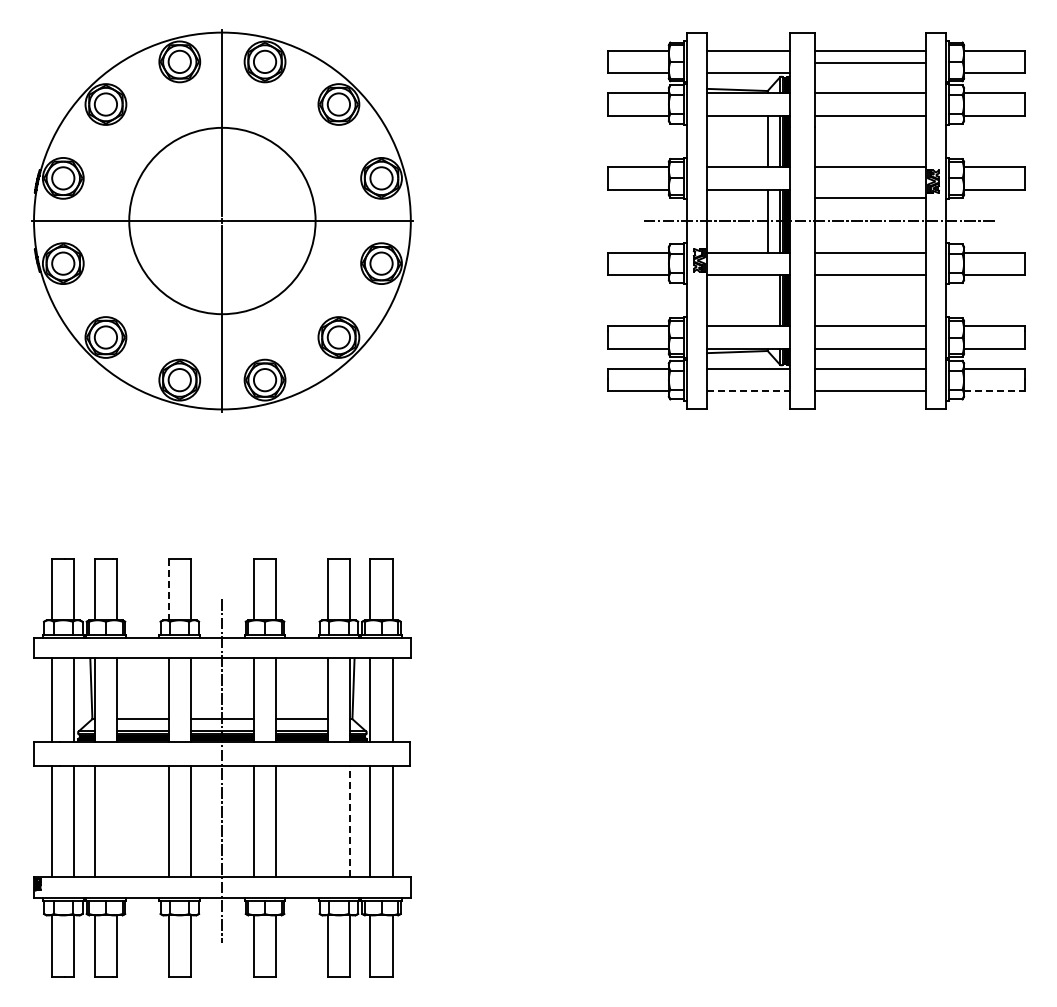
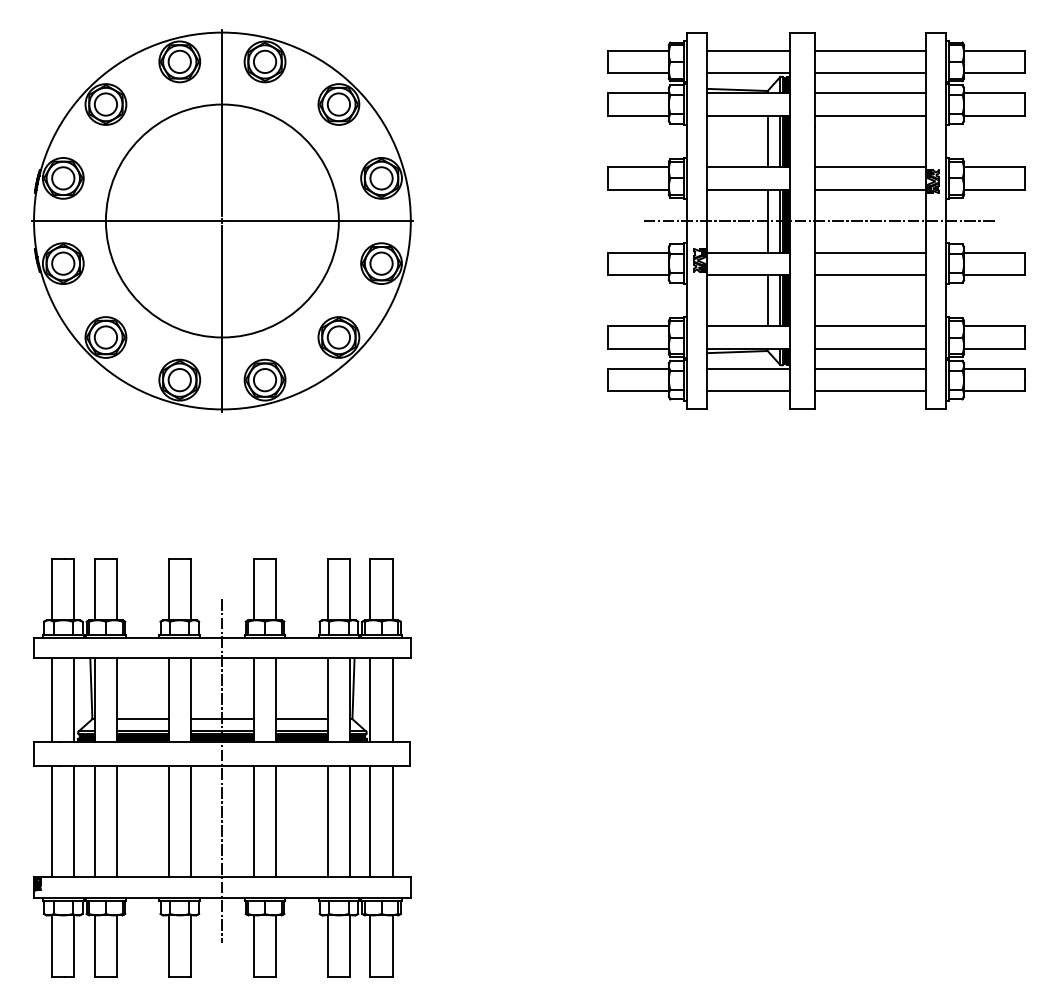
line at (869, 63) position: (869, 63) -> (869, 73)
line at (869, 197) position: (869, 197) -> (869, 189)
circle at (222, 220) diameter: 186 px -> 233 px
line at (767, 300): none -> present
line at (748, 391): dashed -> solid
line at (994, 391): dashed -> solid
line at (168, 589): dashed -> solid
line at (117, 821): none -> present
line at (327, 821): none -> present
line at (350, 821): dashed -> solid
